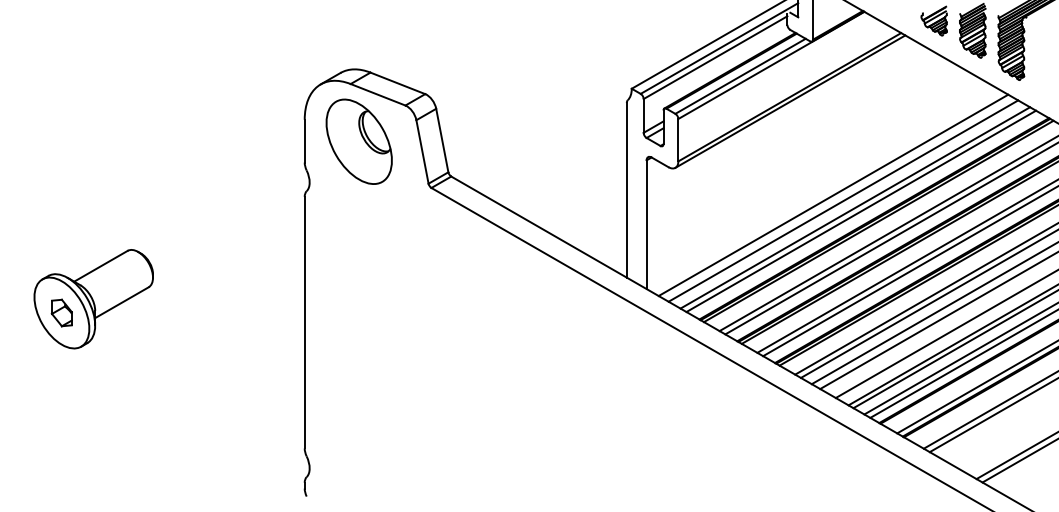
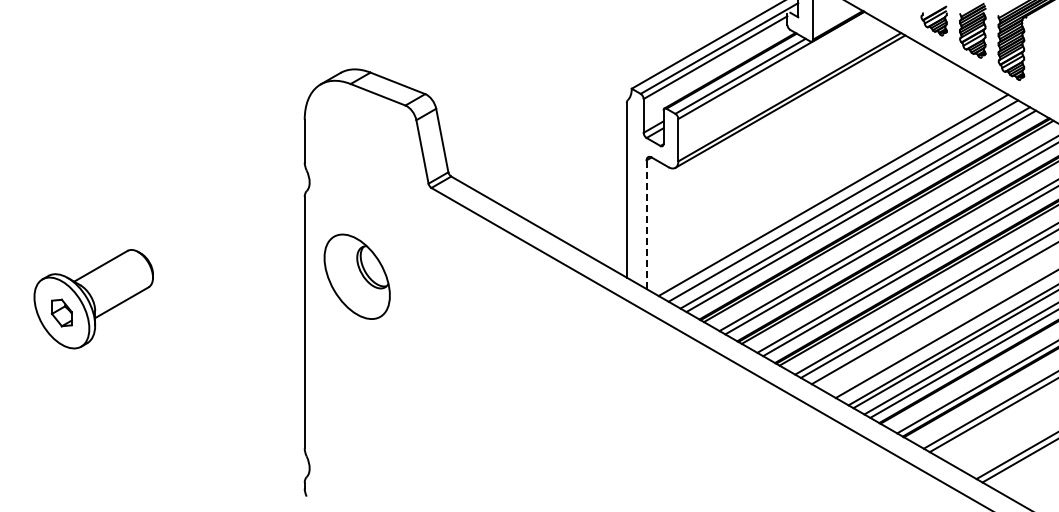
part at (358, 141) position: (358, 141) -> (356, 276)
line at (646, 224): solid -> dashed
line at (937, 321): present -> none
